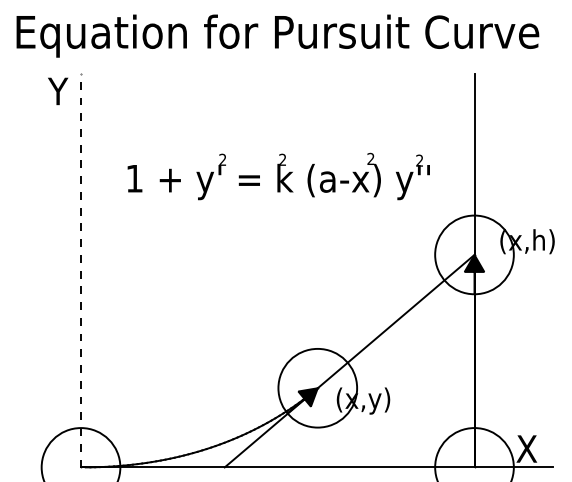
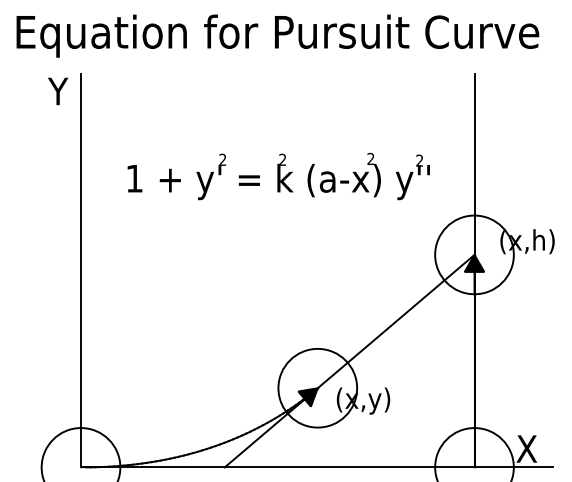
line at (81, 270): dashed -> solid
